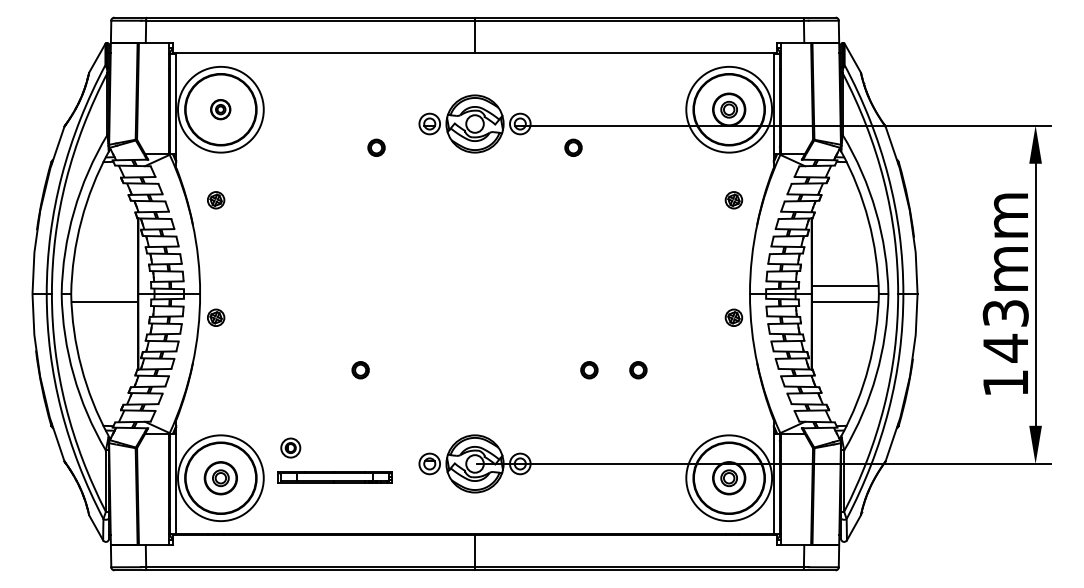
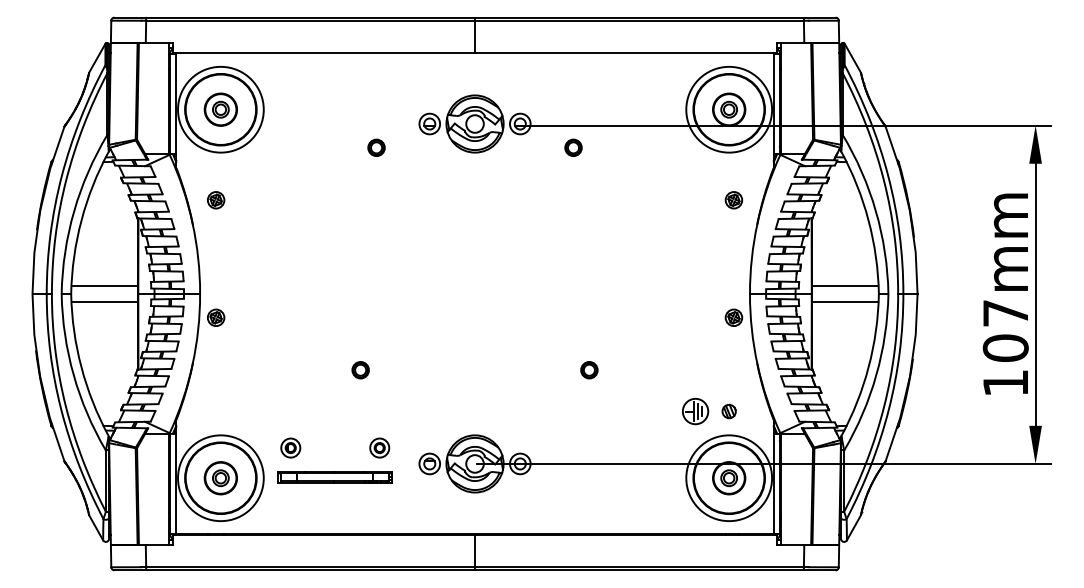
part at (220, 109) size: 22x22 px -> 35x35 px
line at (104, 285): none -> present
text at (1005, 331): 143mm -> 107mm
part at (638, 370): present -> none
part at (695, 411): none -> present
part at (728, 411): none -> present
part at (379, 447): none -> present
